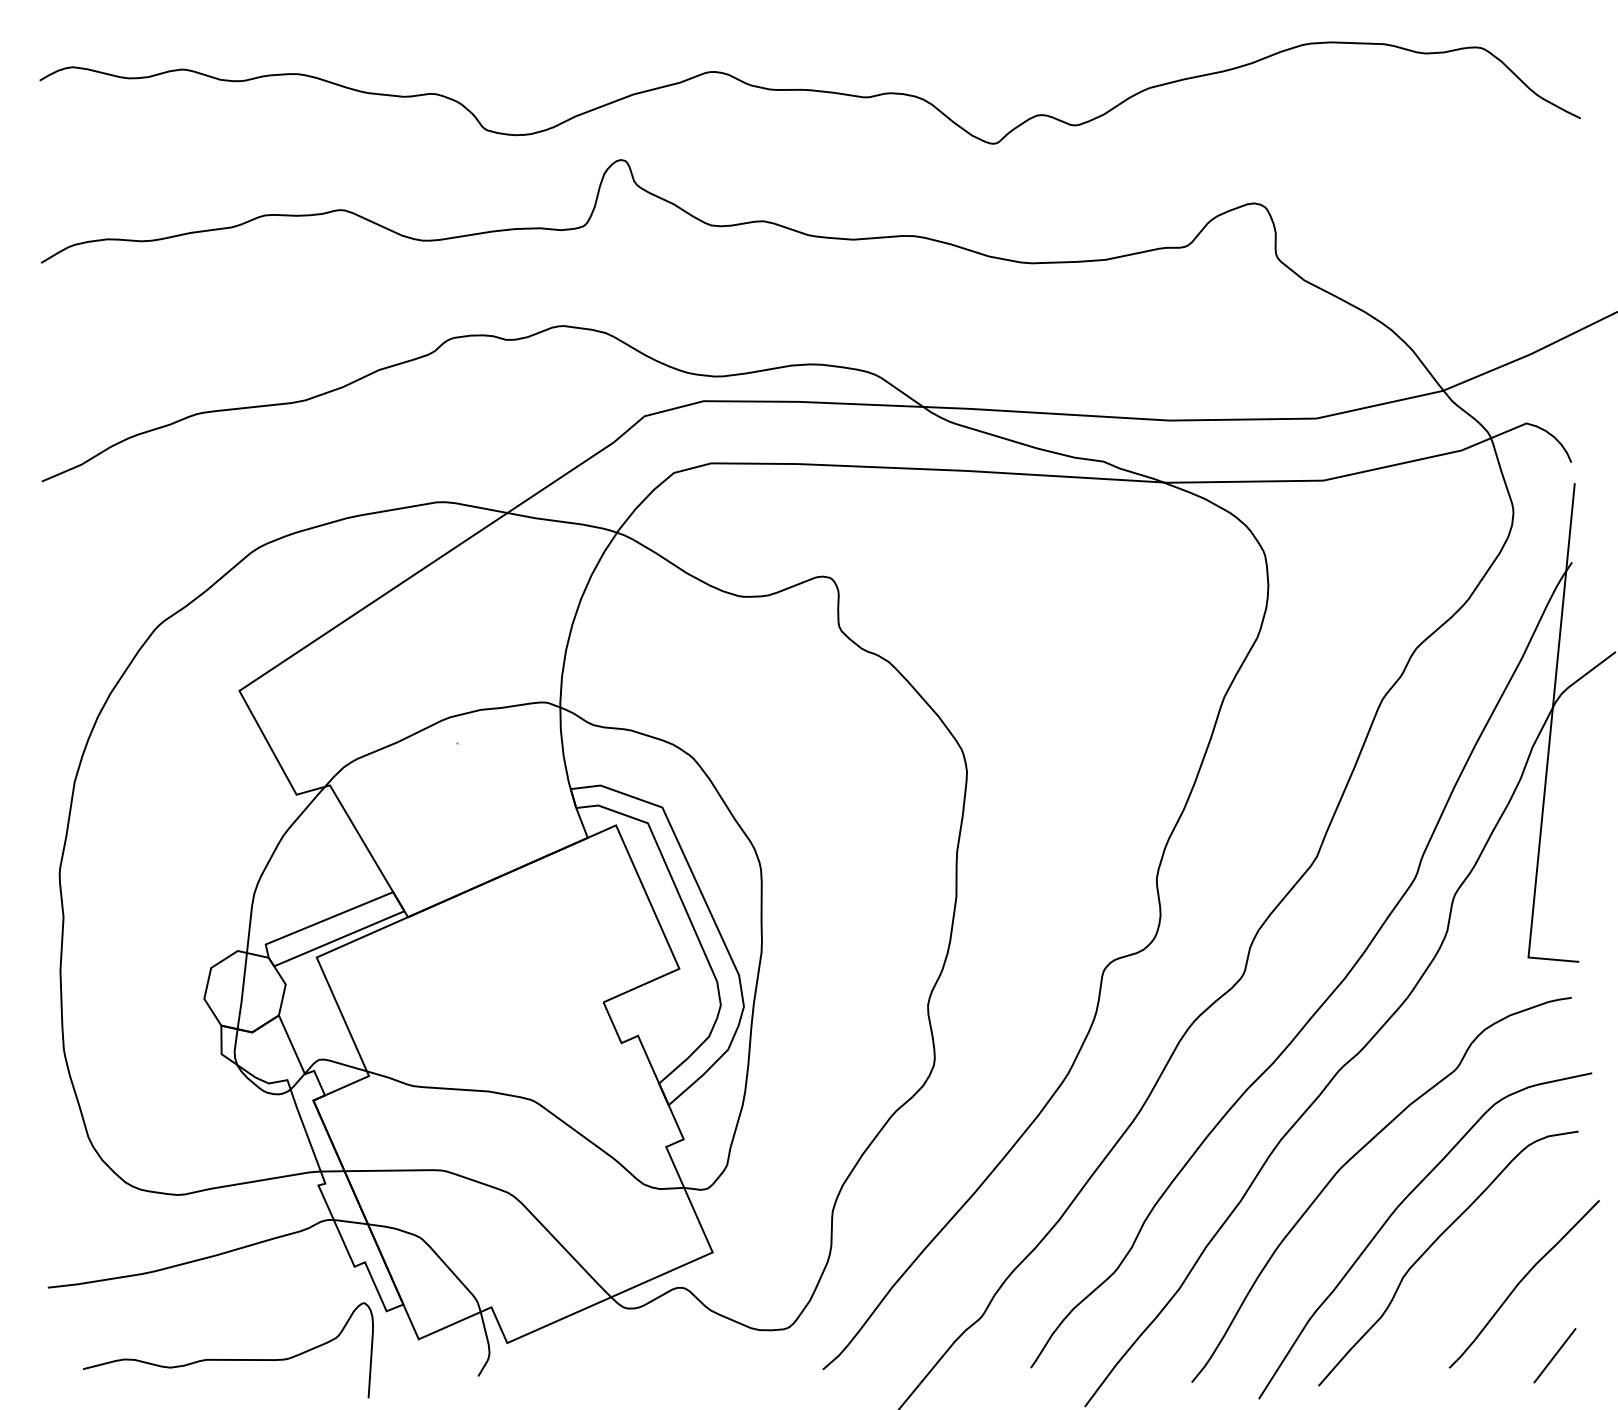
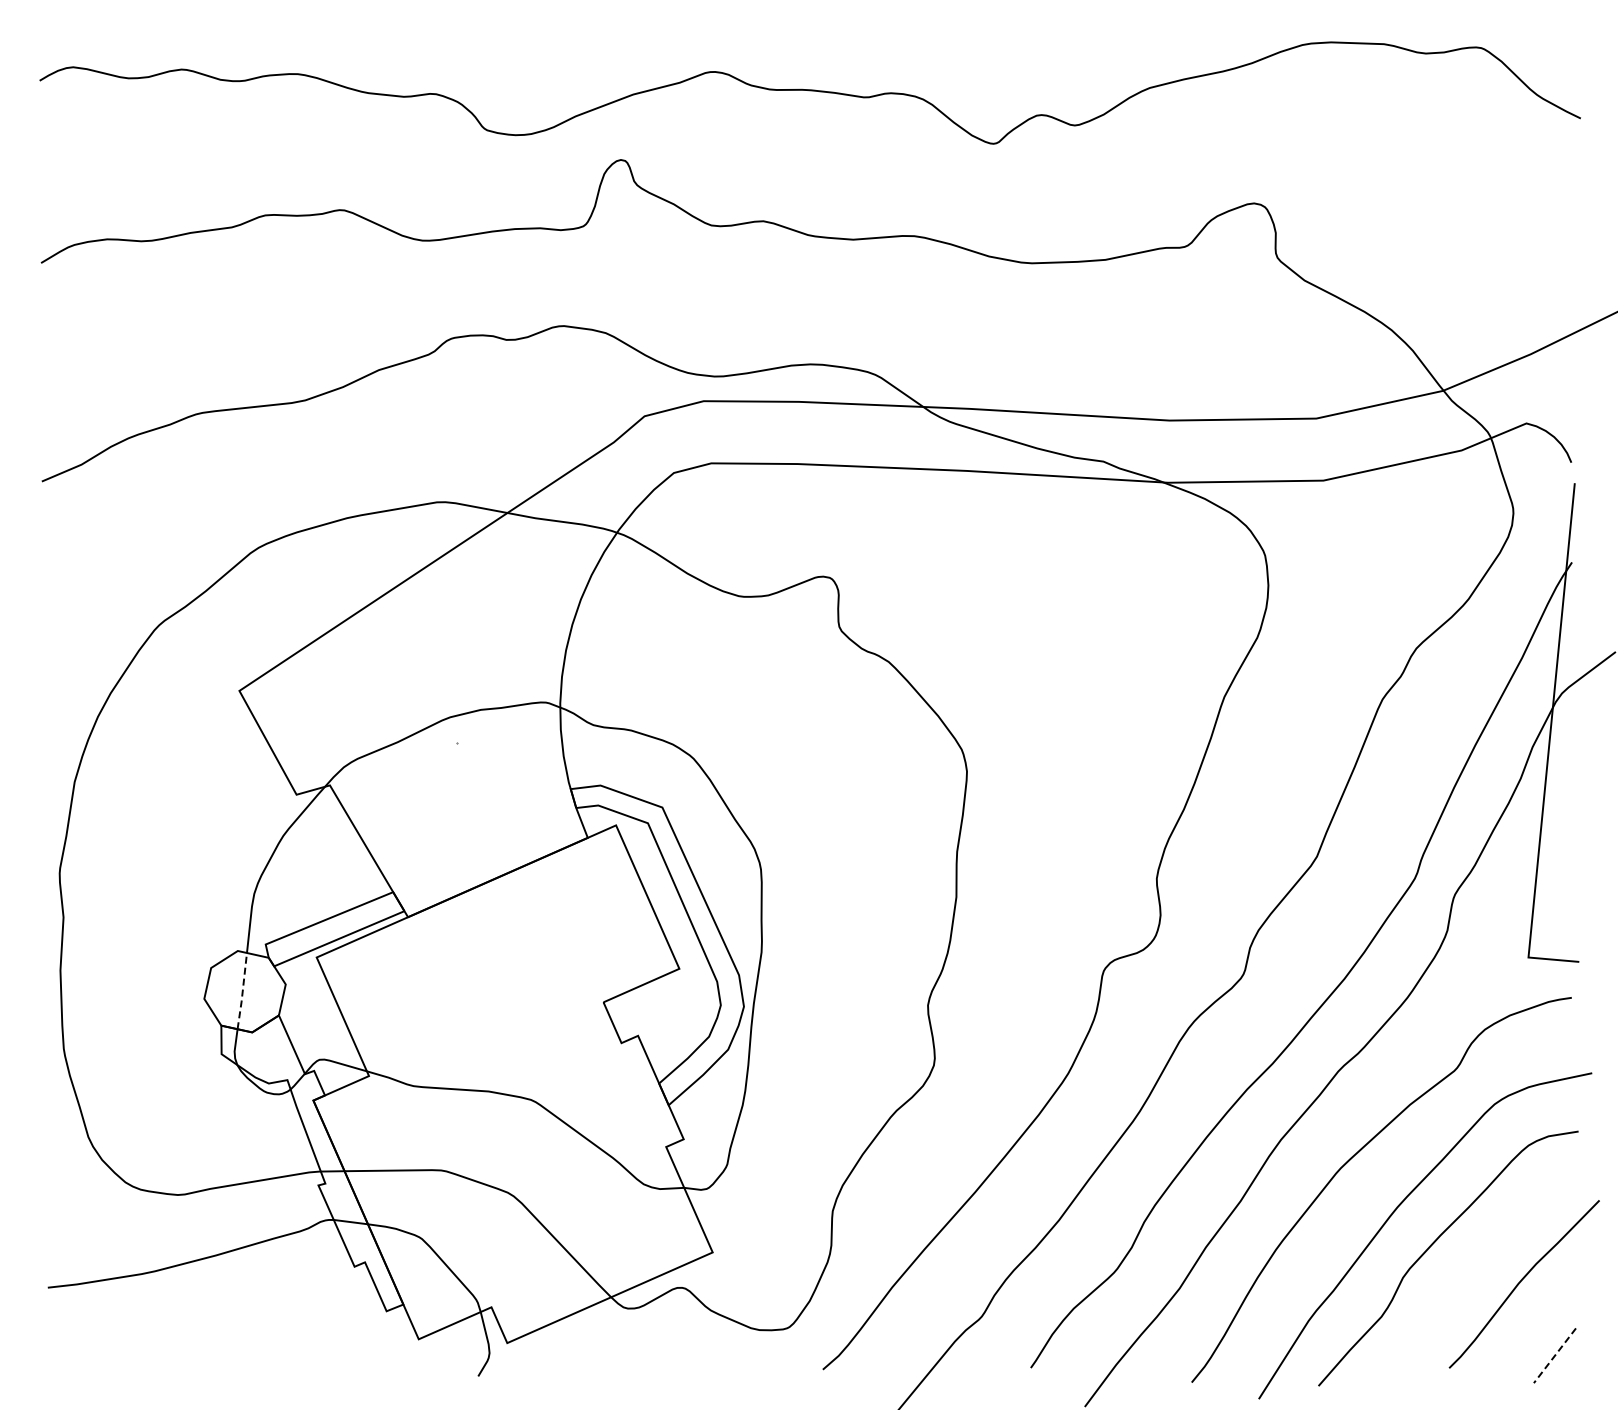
line at (242, 991): solid -> dashed
line at (1554, 1355): solid -> dashed
curve at (228, 1359): present -> none
